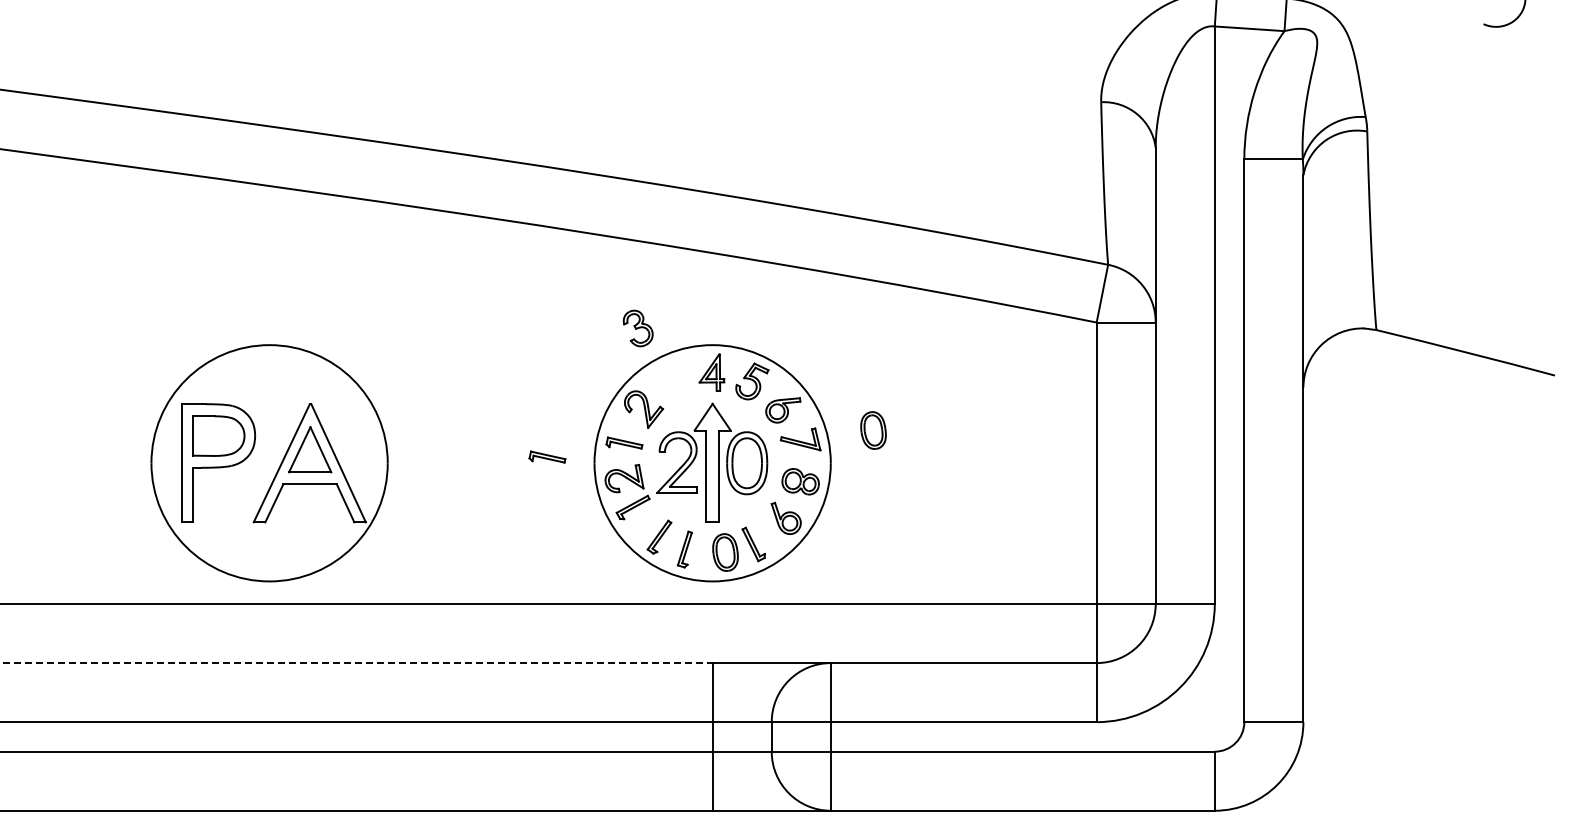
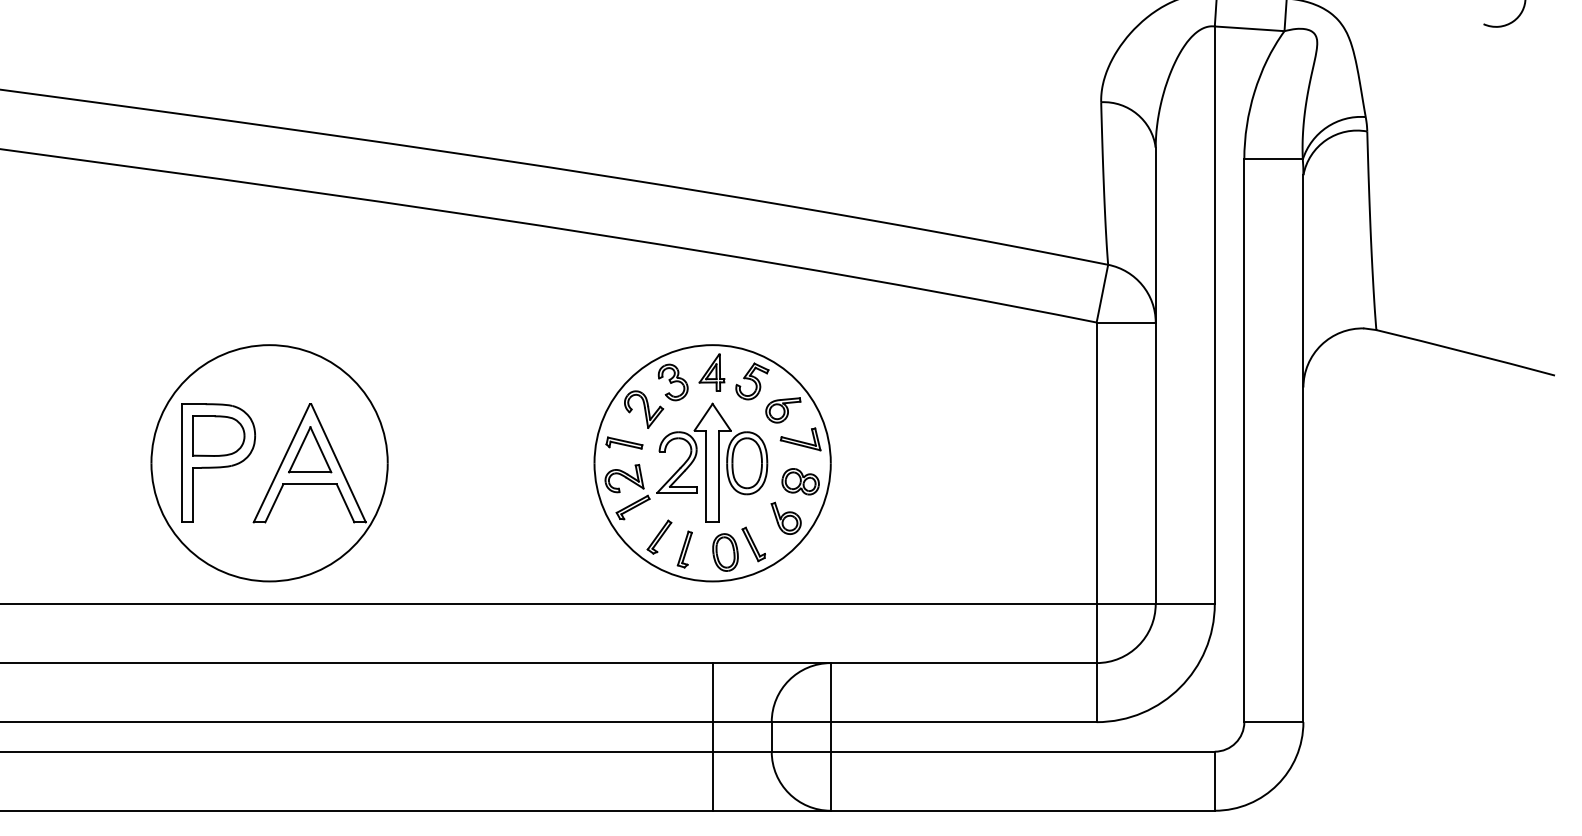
part at (637, 328) position: (637, 328) -> (672, 382)
part at (873, 430): present -> none
part at (547, 456): present -> none
line at (357, 663): dashed -> solid
